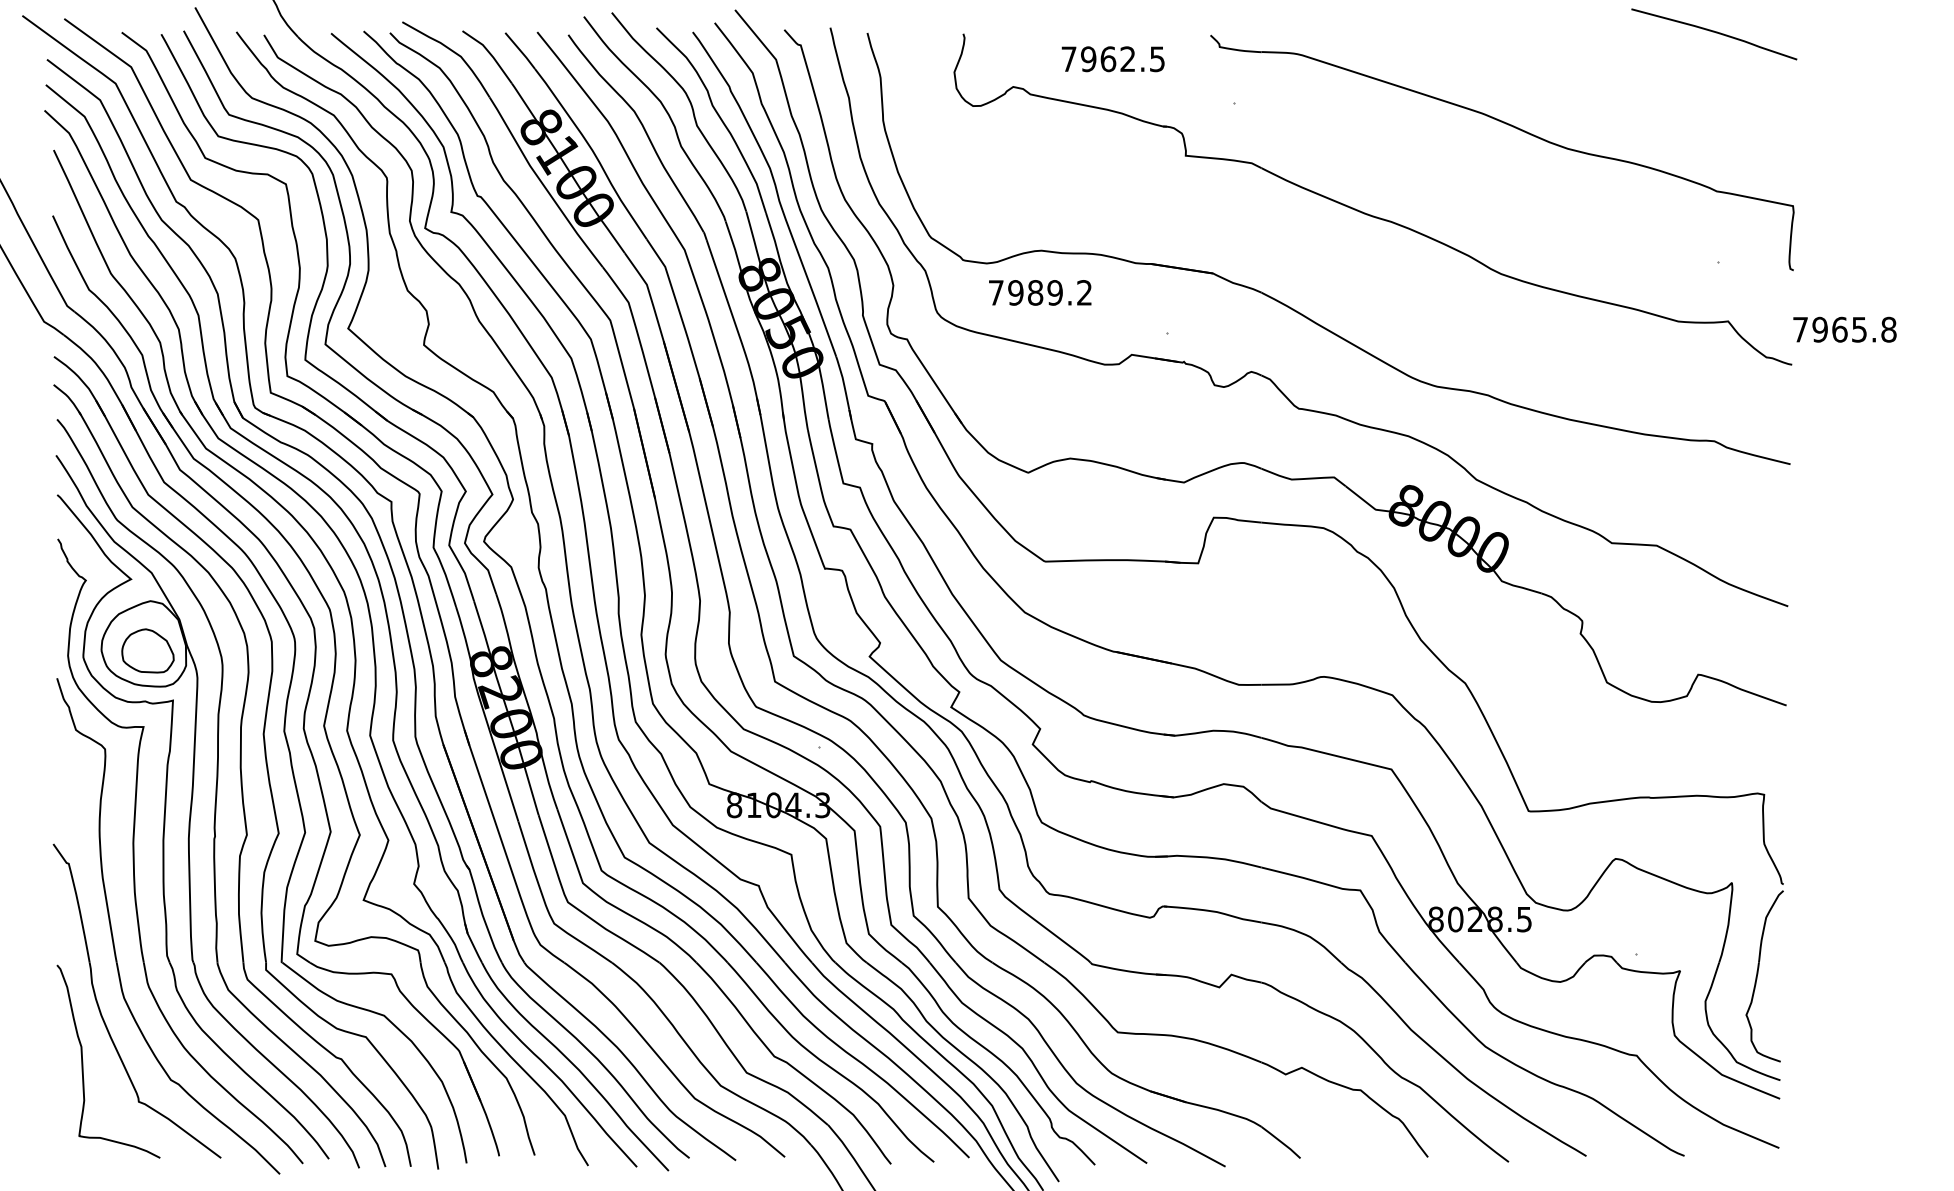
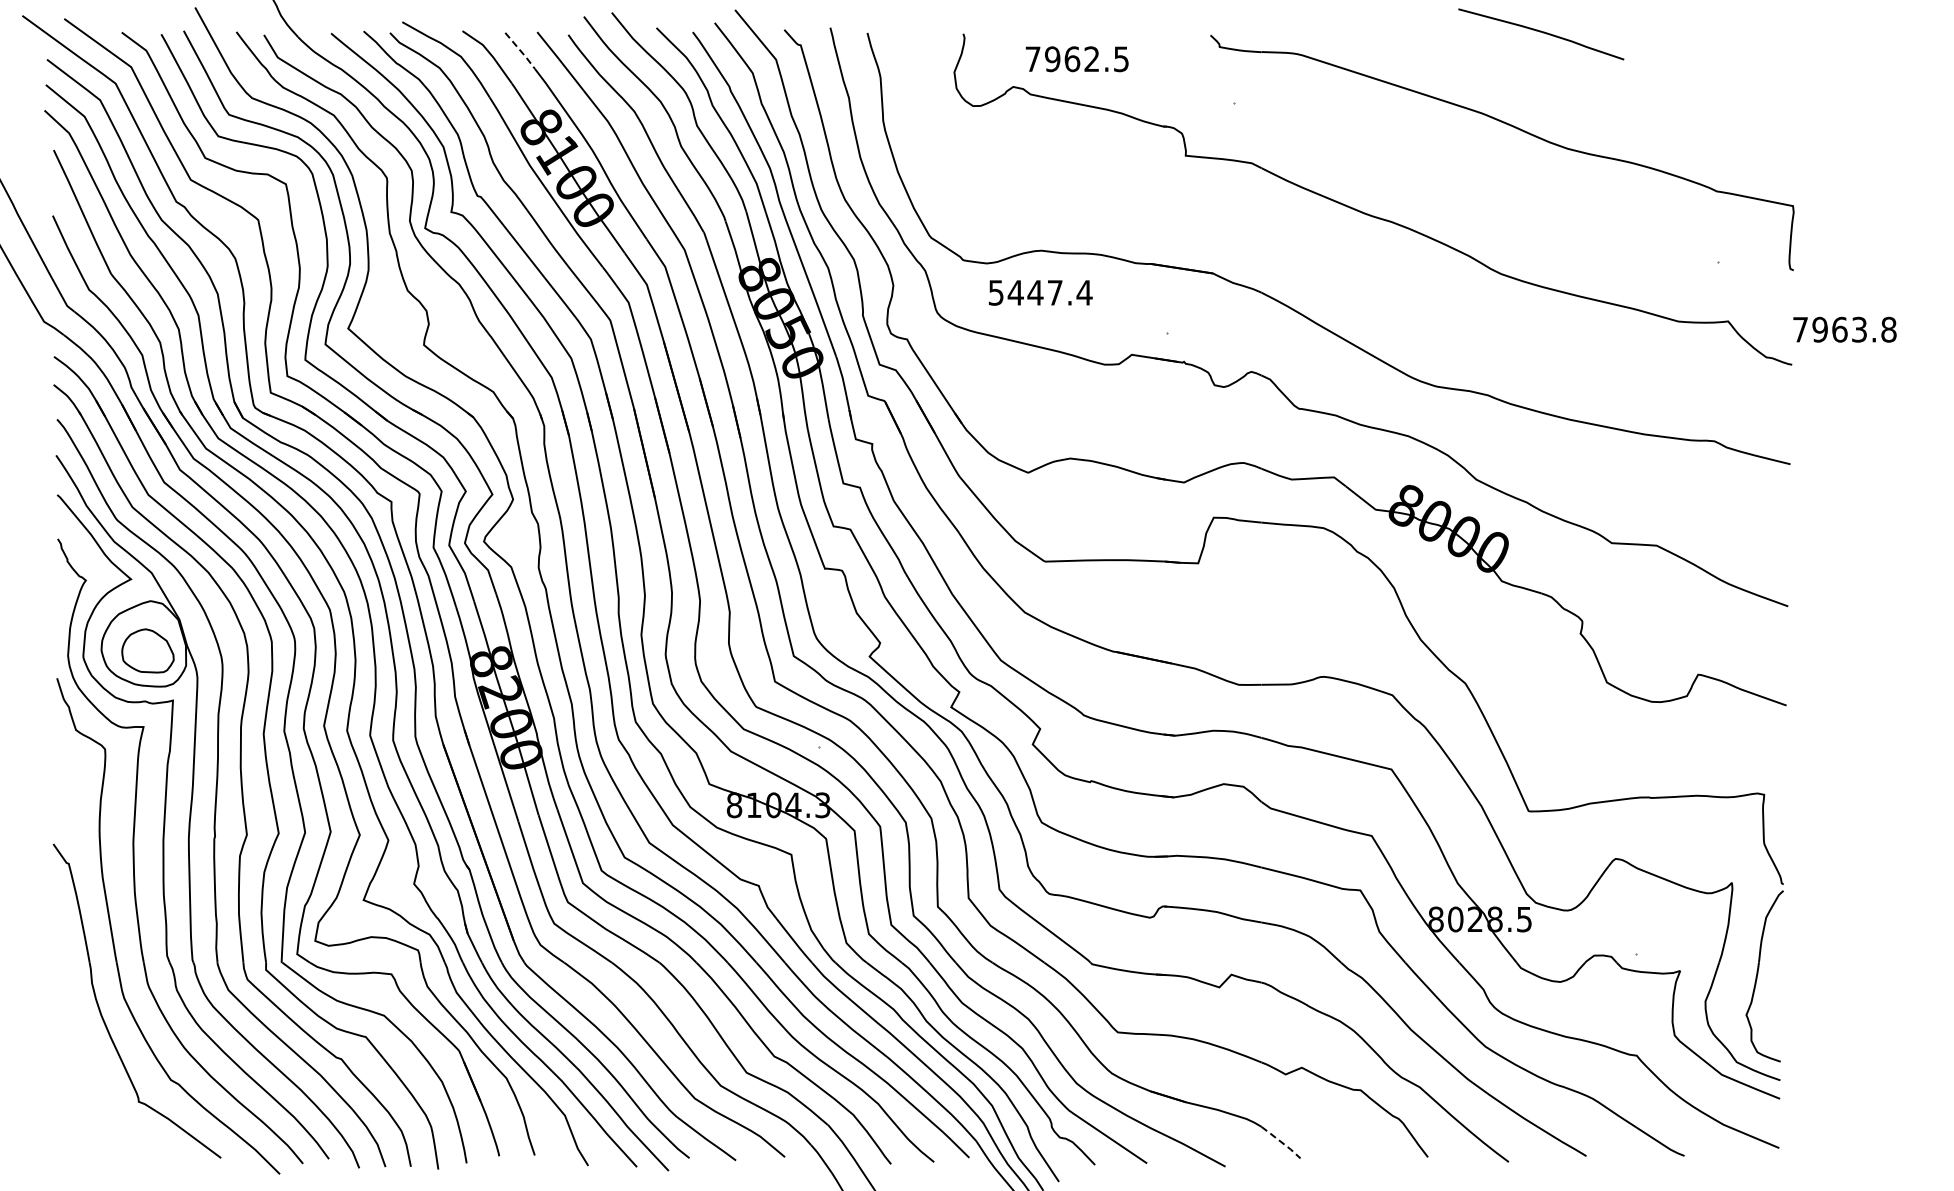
curve at (1714, 32) position: (1714, 32) -> (1541, 32)
line at (521, 51): solid -> dashed
text at (1112, 59) position: (1112, 59) -> (1076, 59)
text at (1040, 292): 7989.2 -> 5447.4
text at (1859, 329): 7965.8 -> 7963.8
curve at (83, 1061): present -> none
line at (1281, 1142): solid -> dashed
